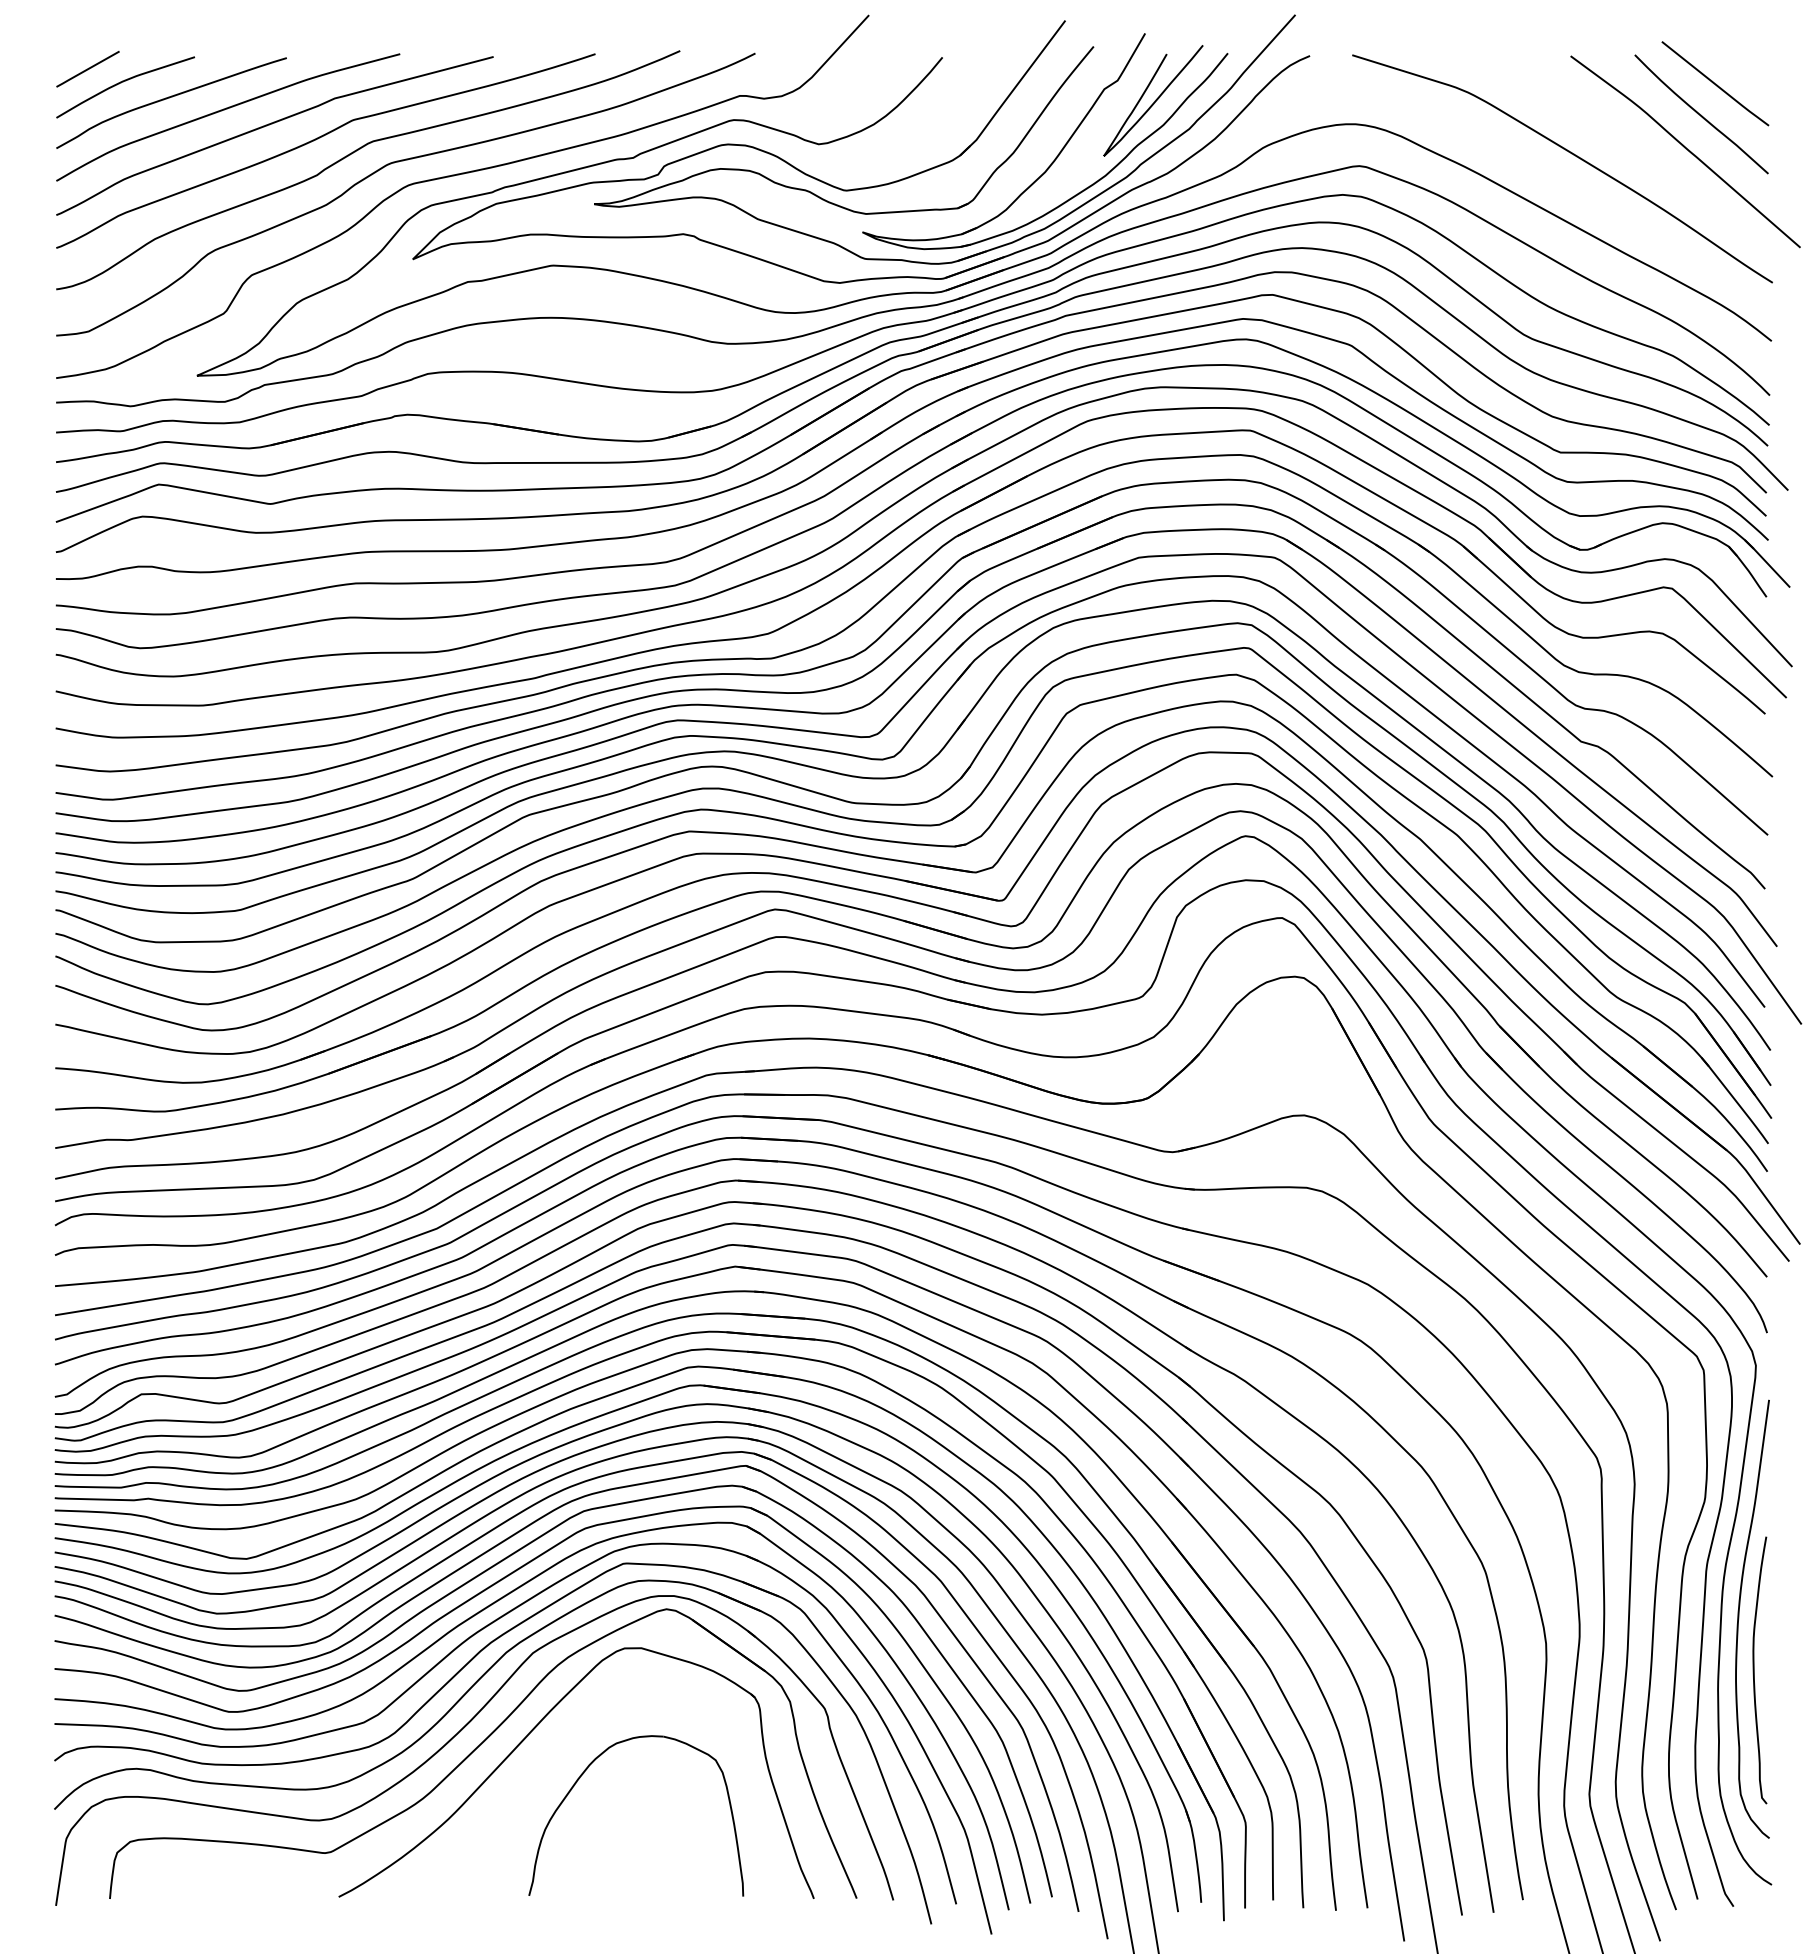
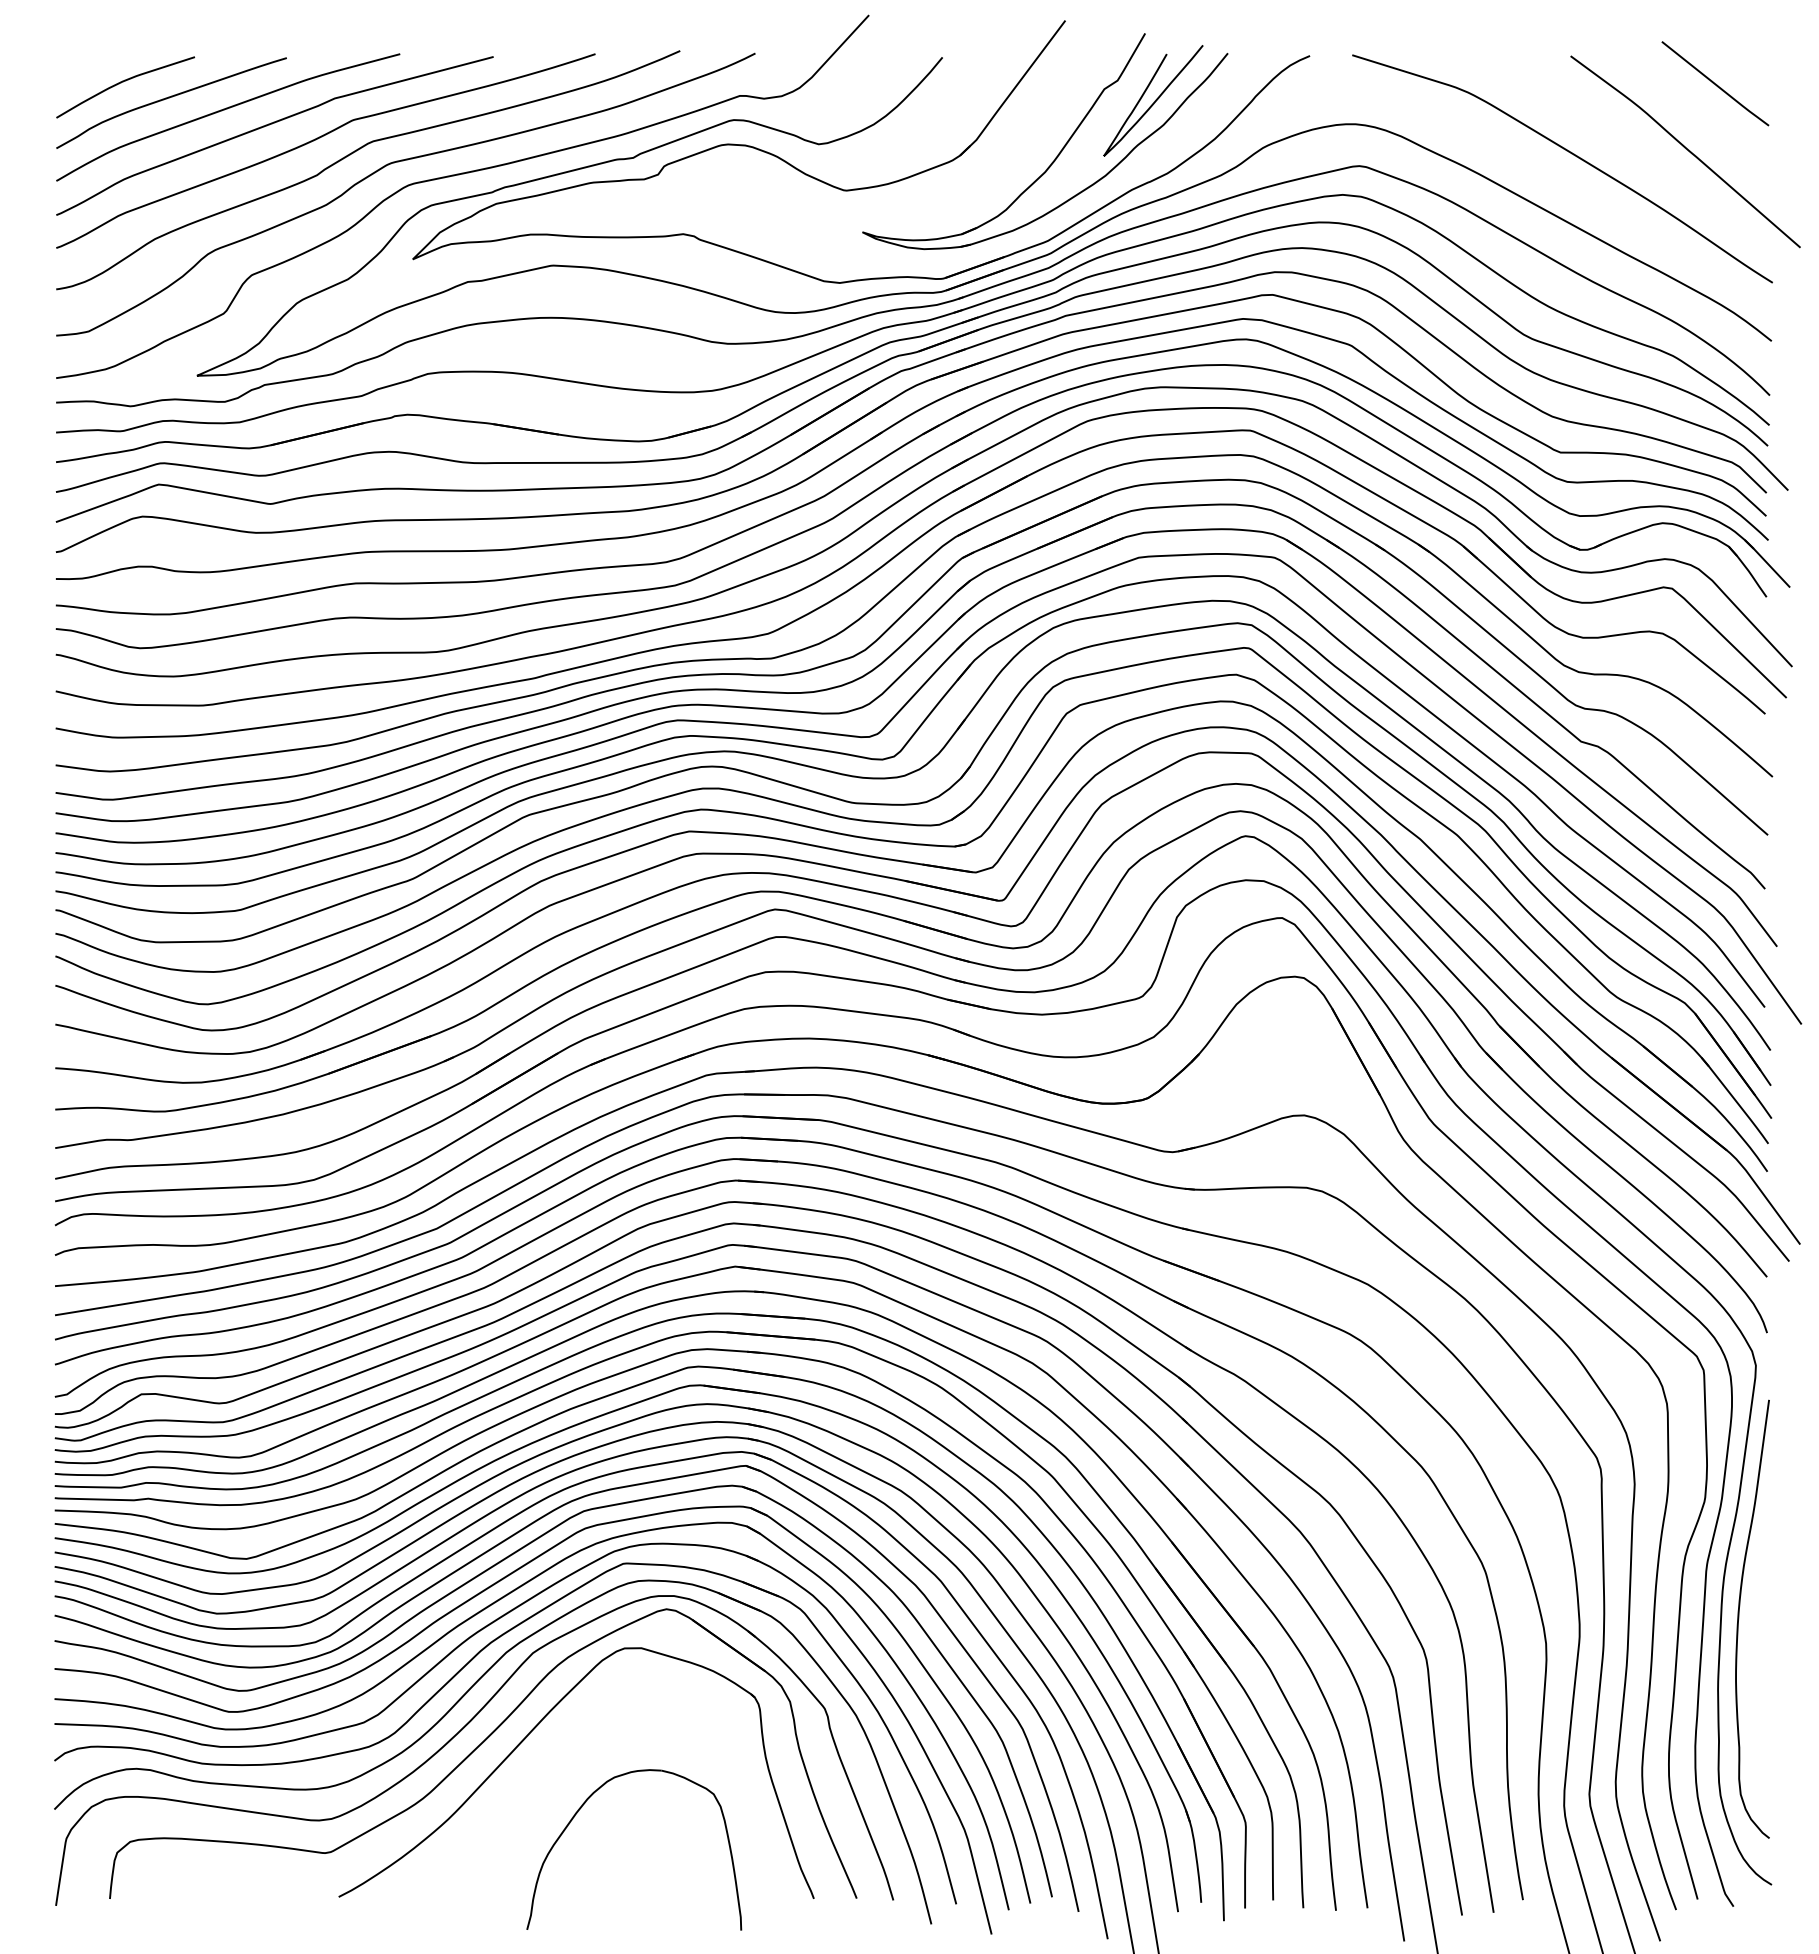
line at (87, 69): present -> none
curve at (1701, 114): present -> none
part at (991, 173): present -> none
curve at (1754, 1670): present -> none
part at (584, 1773) position: (584, 1773) -> (582, 1807)
